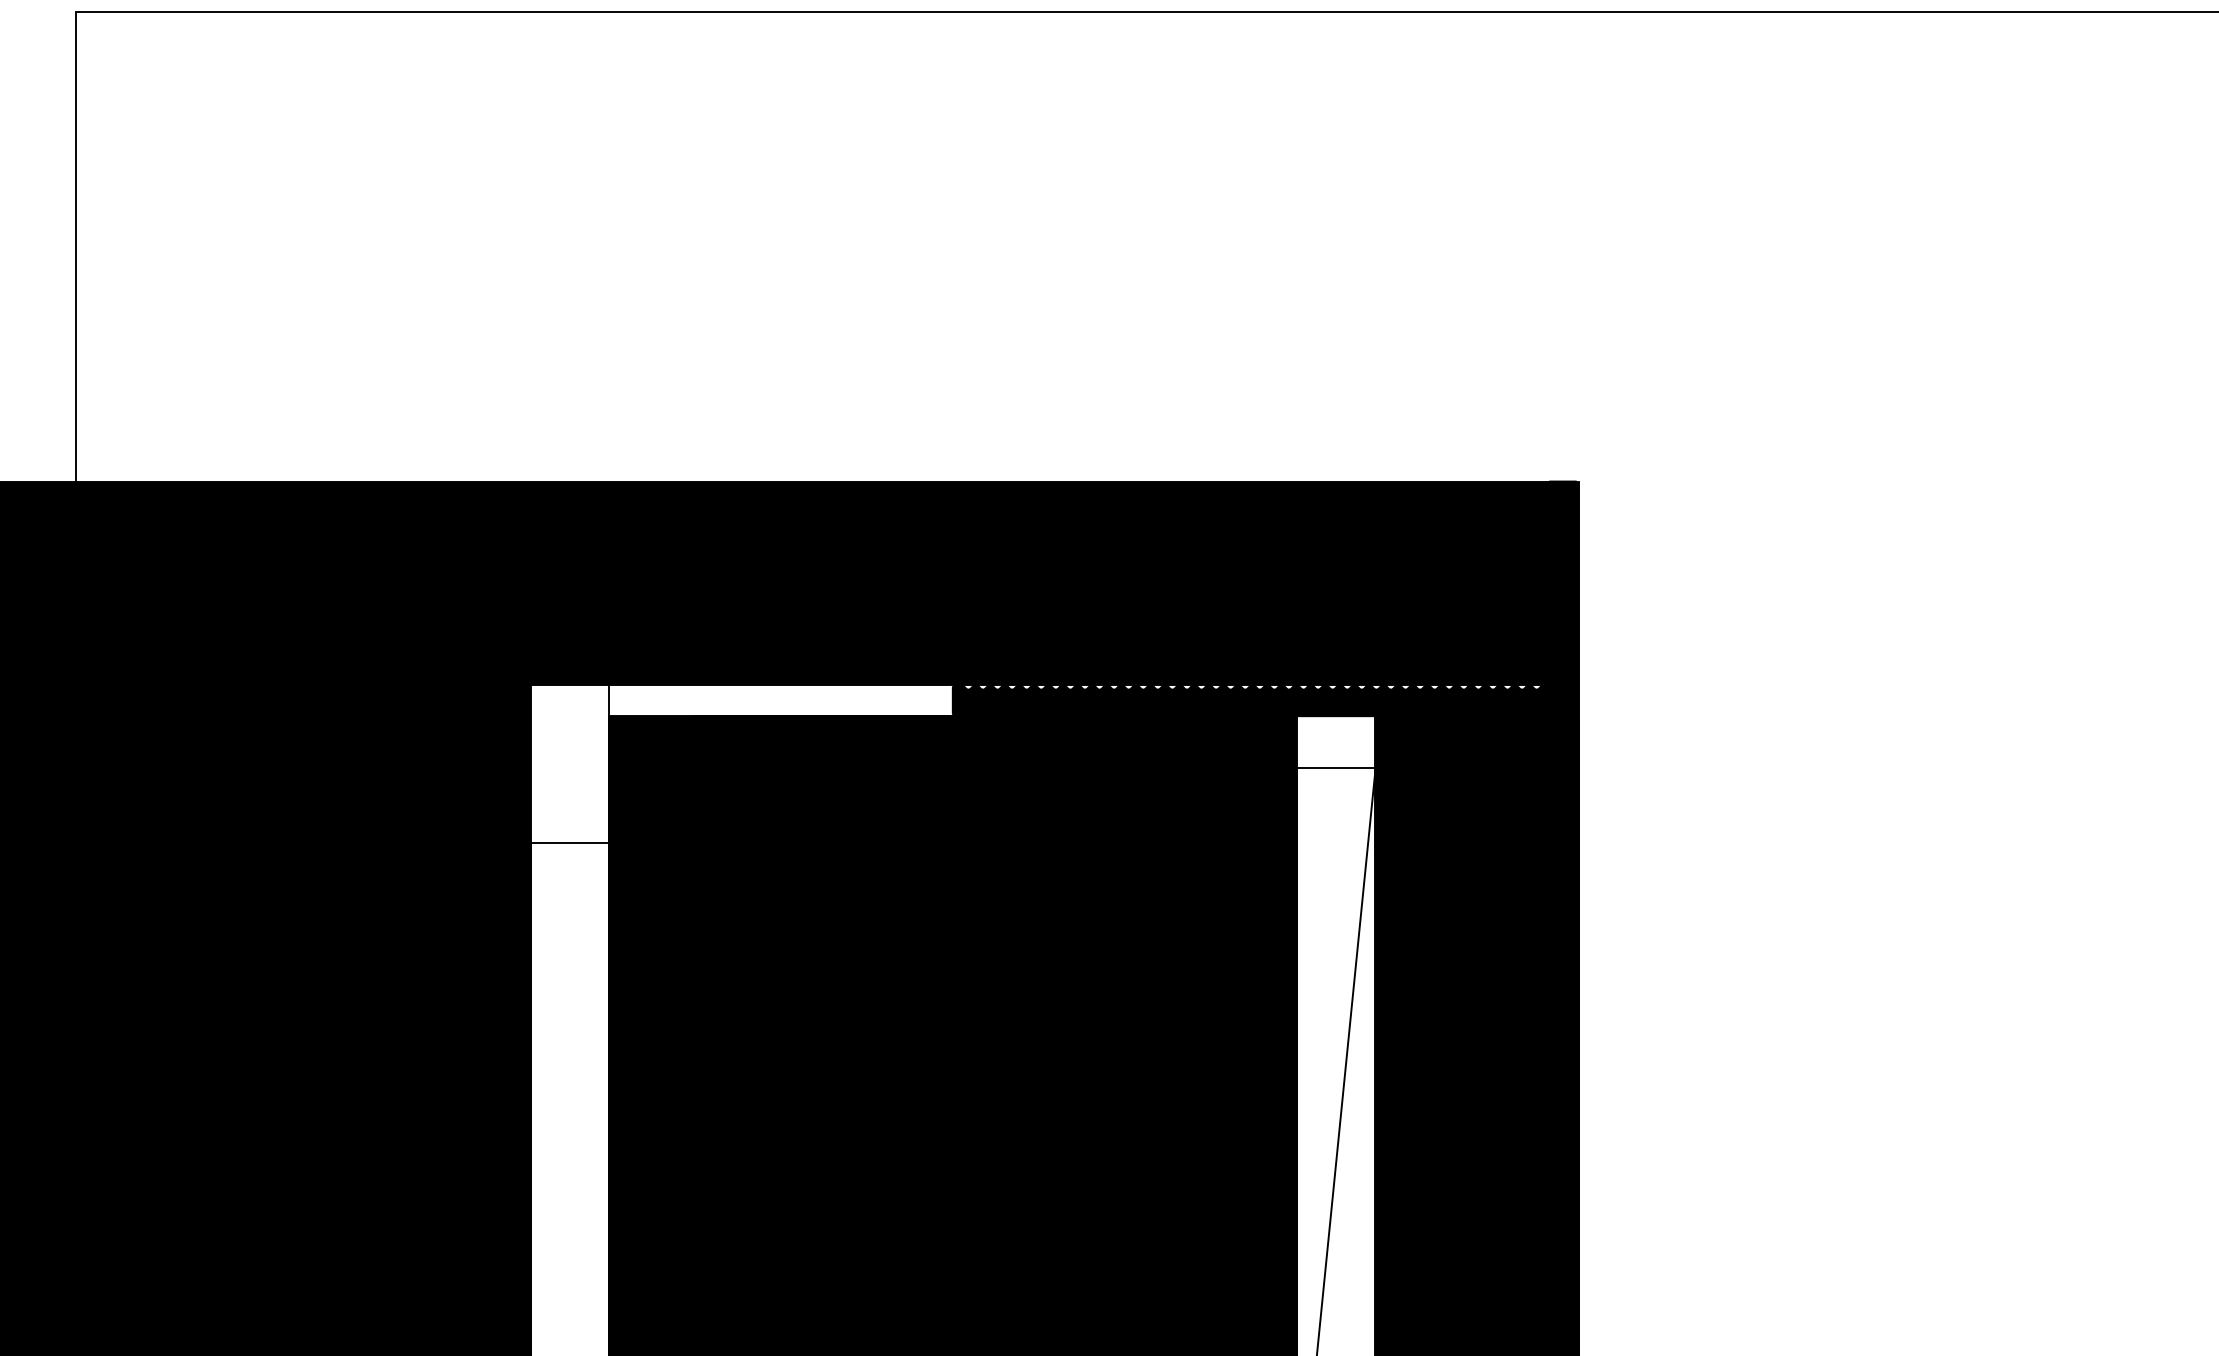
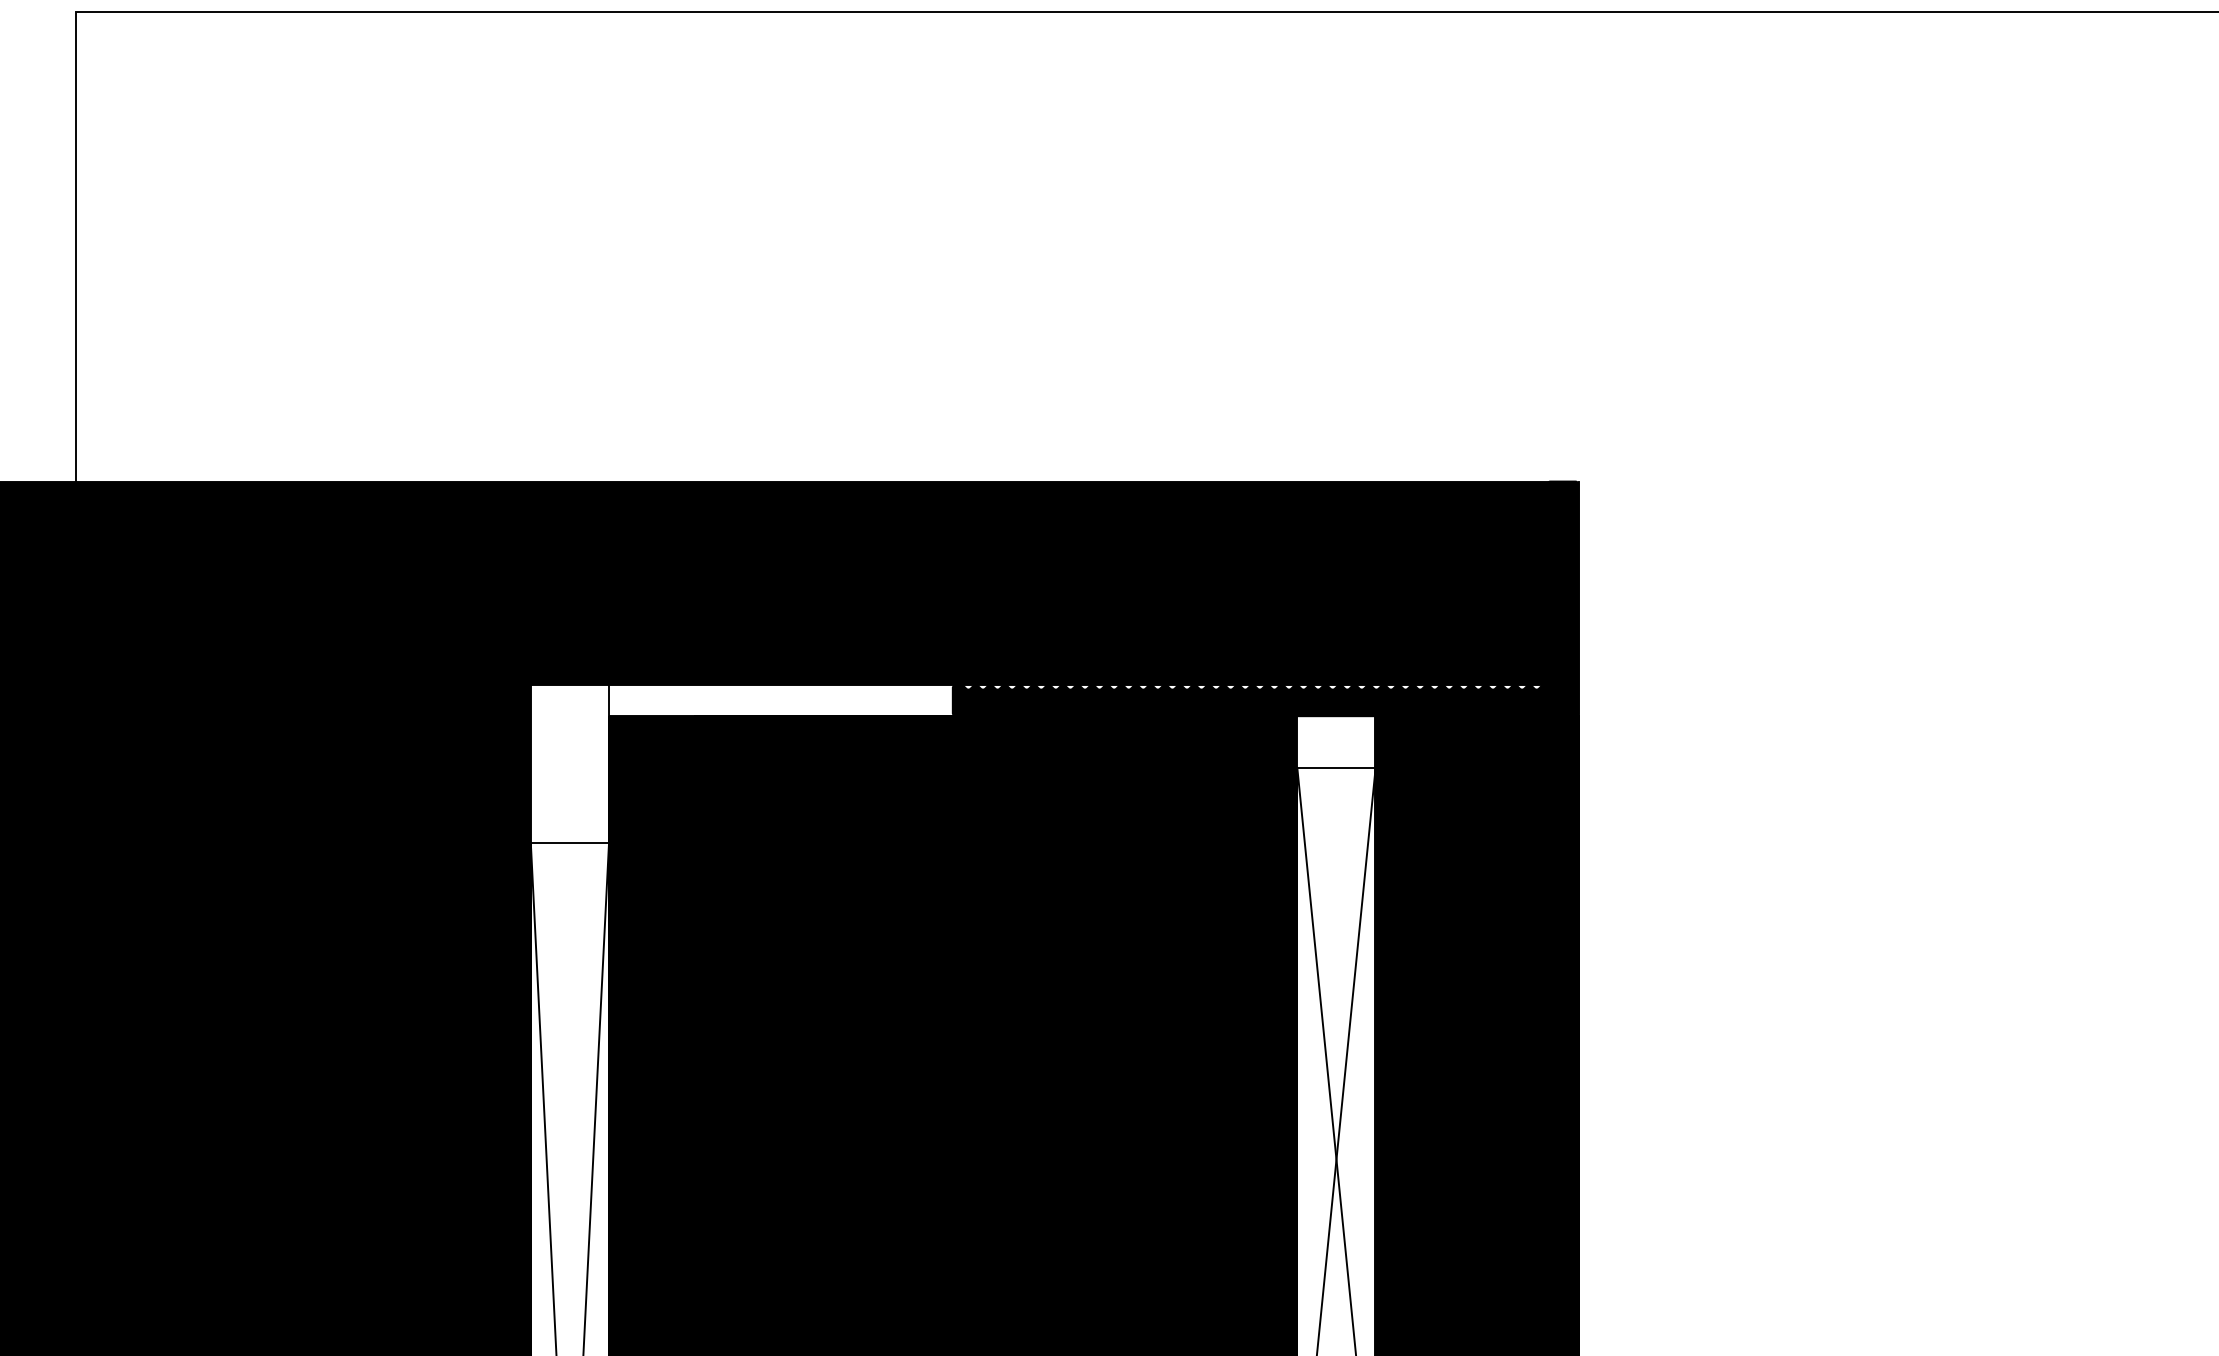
line at (1326, 1060): none -> present
line at (543, 1097): none -> present
line at (596, 1097): none -> present
